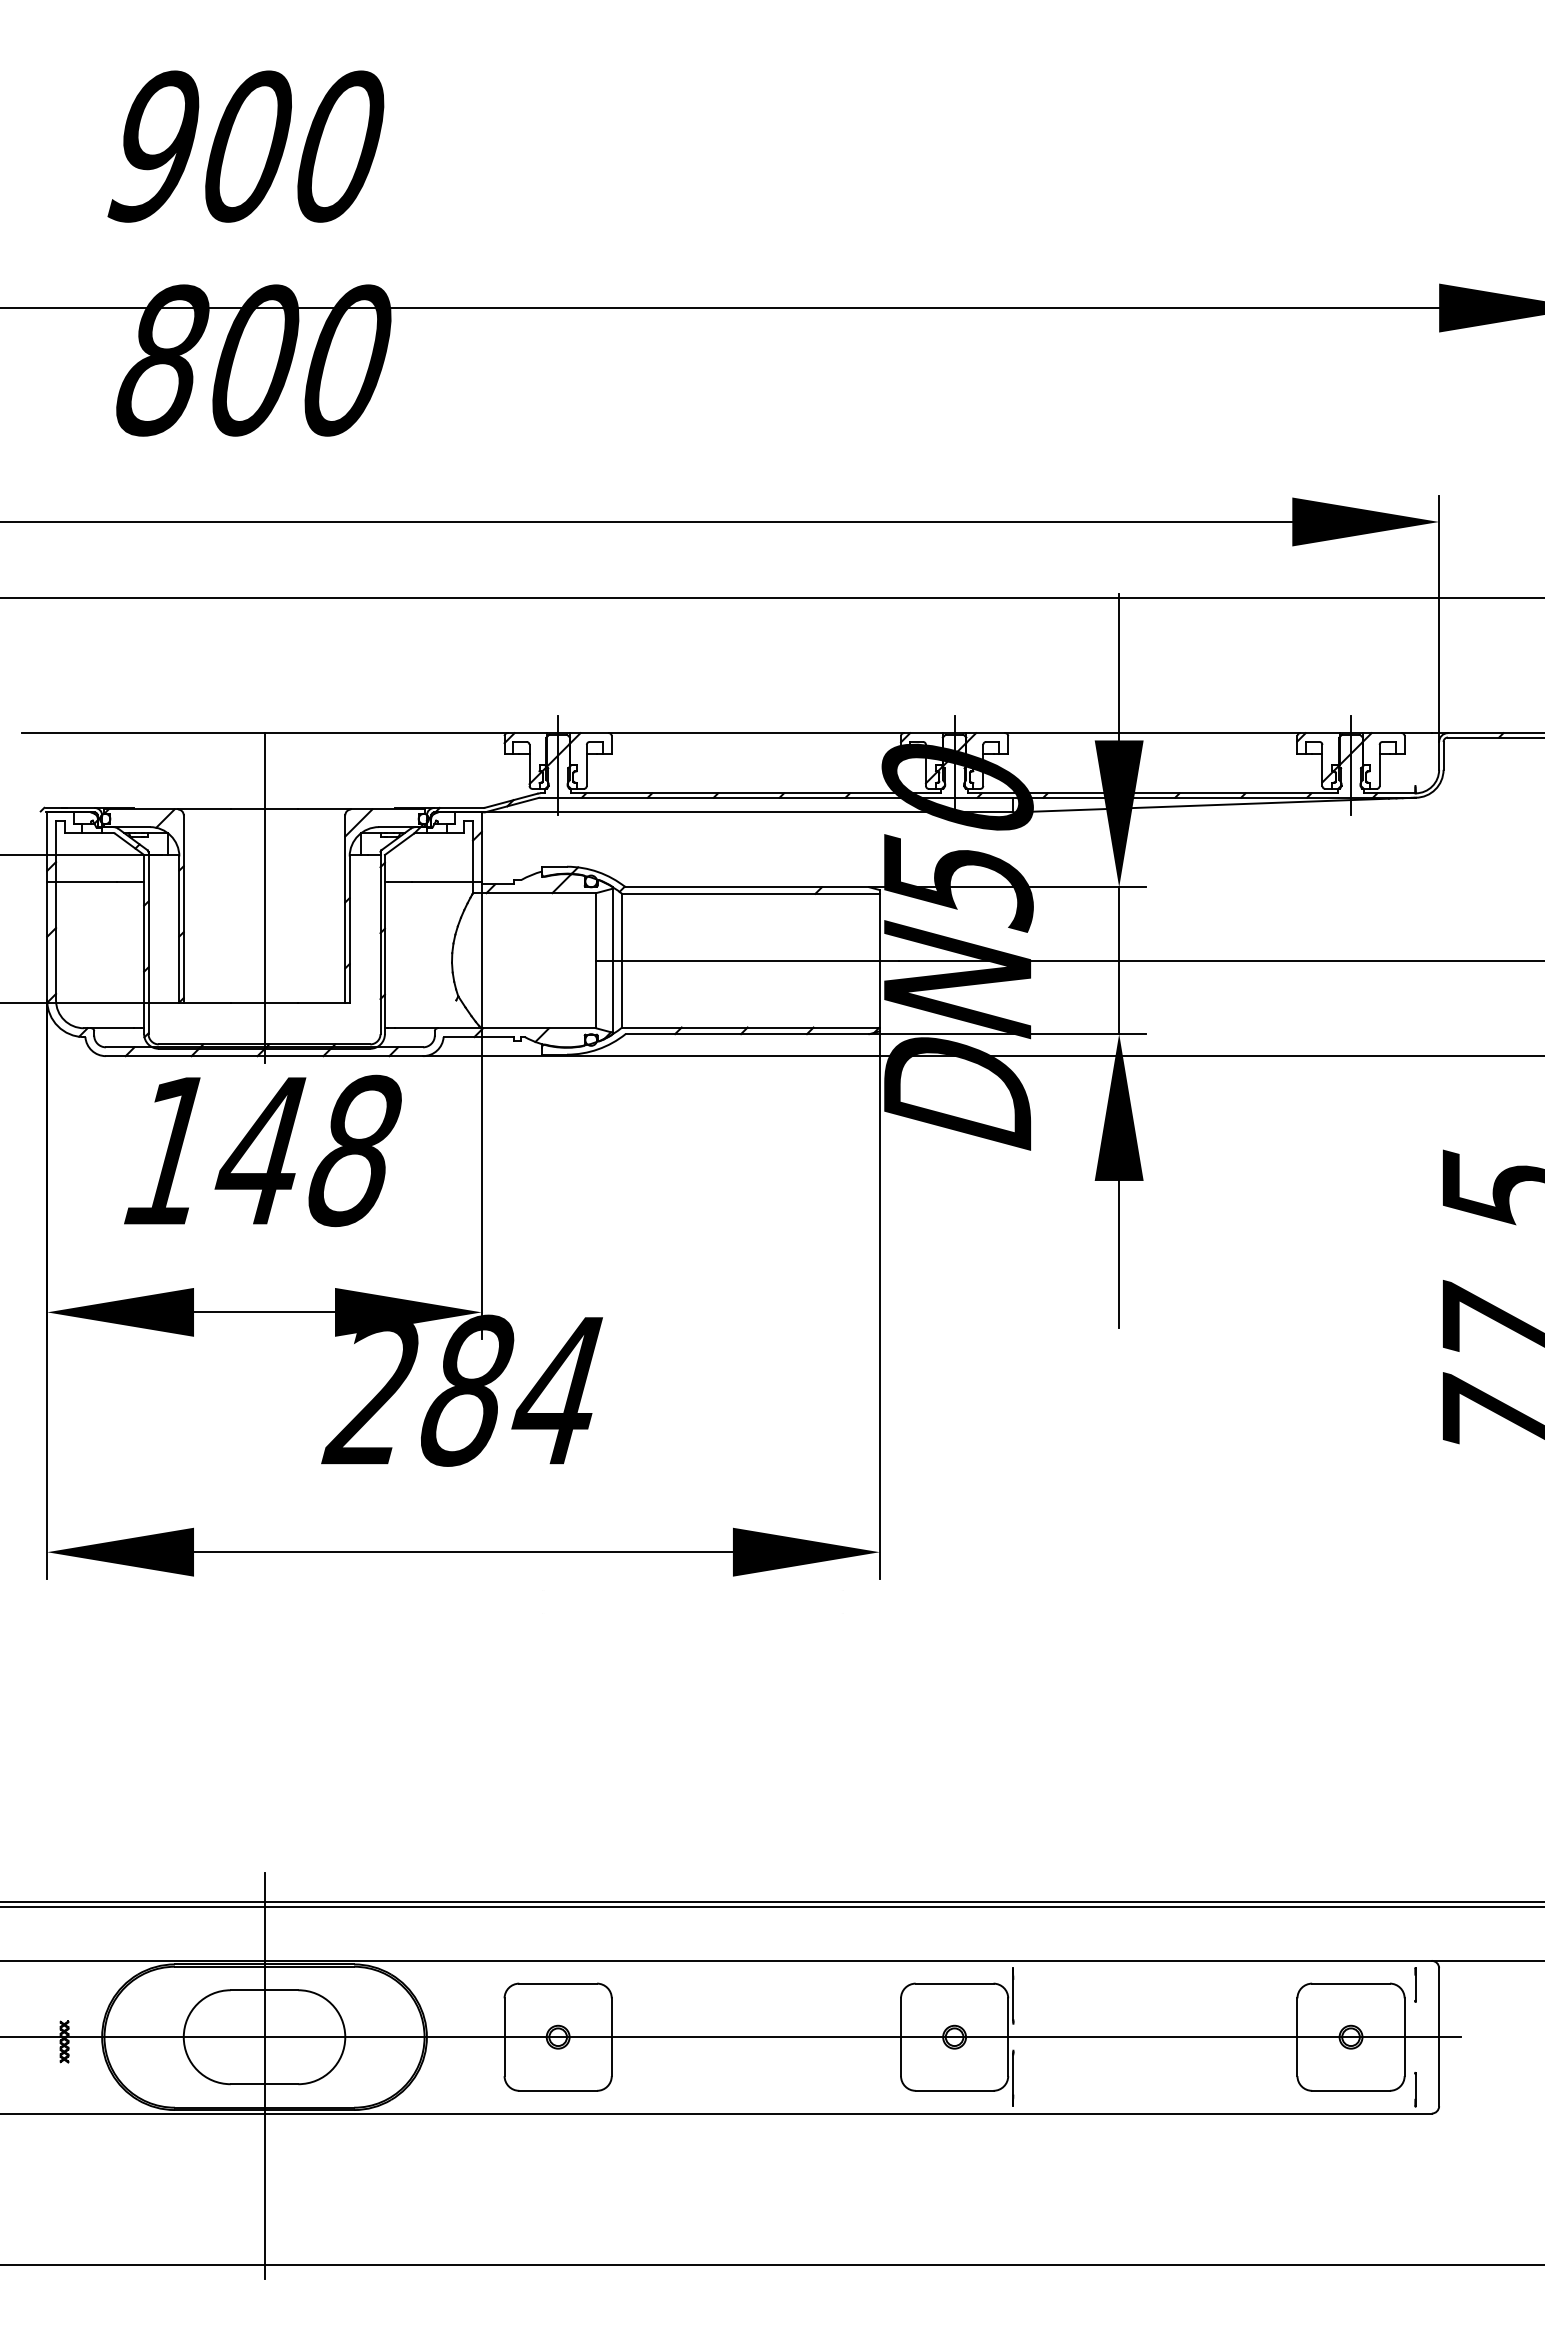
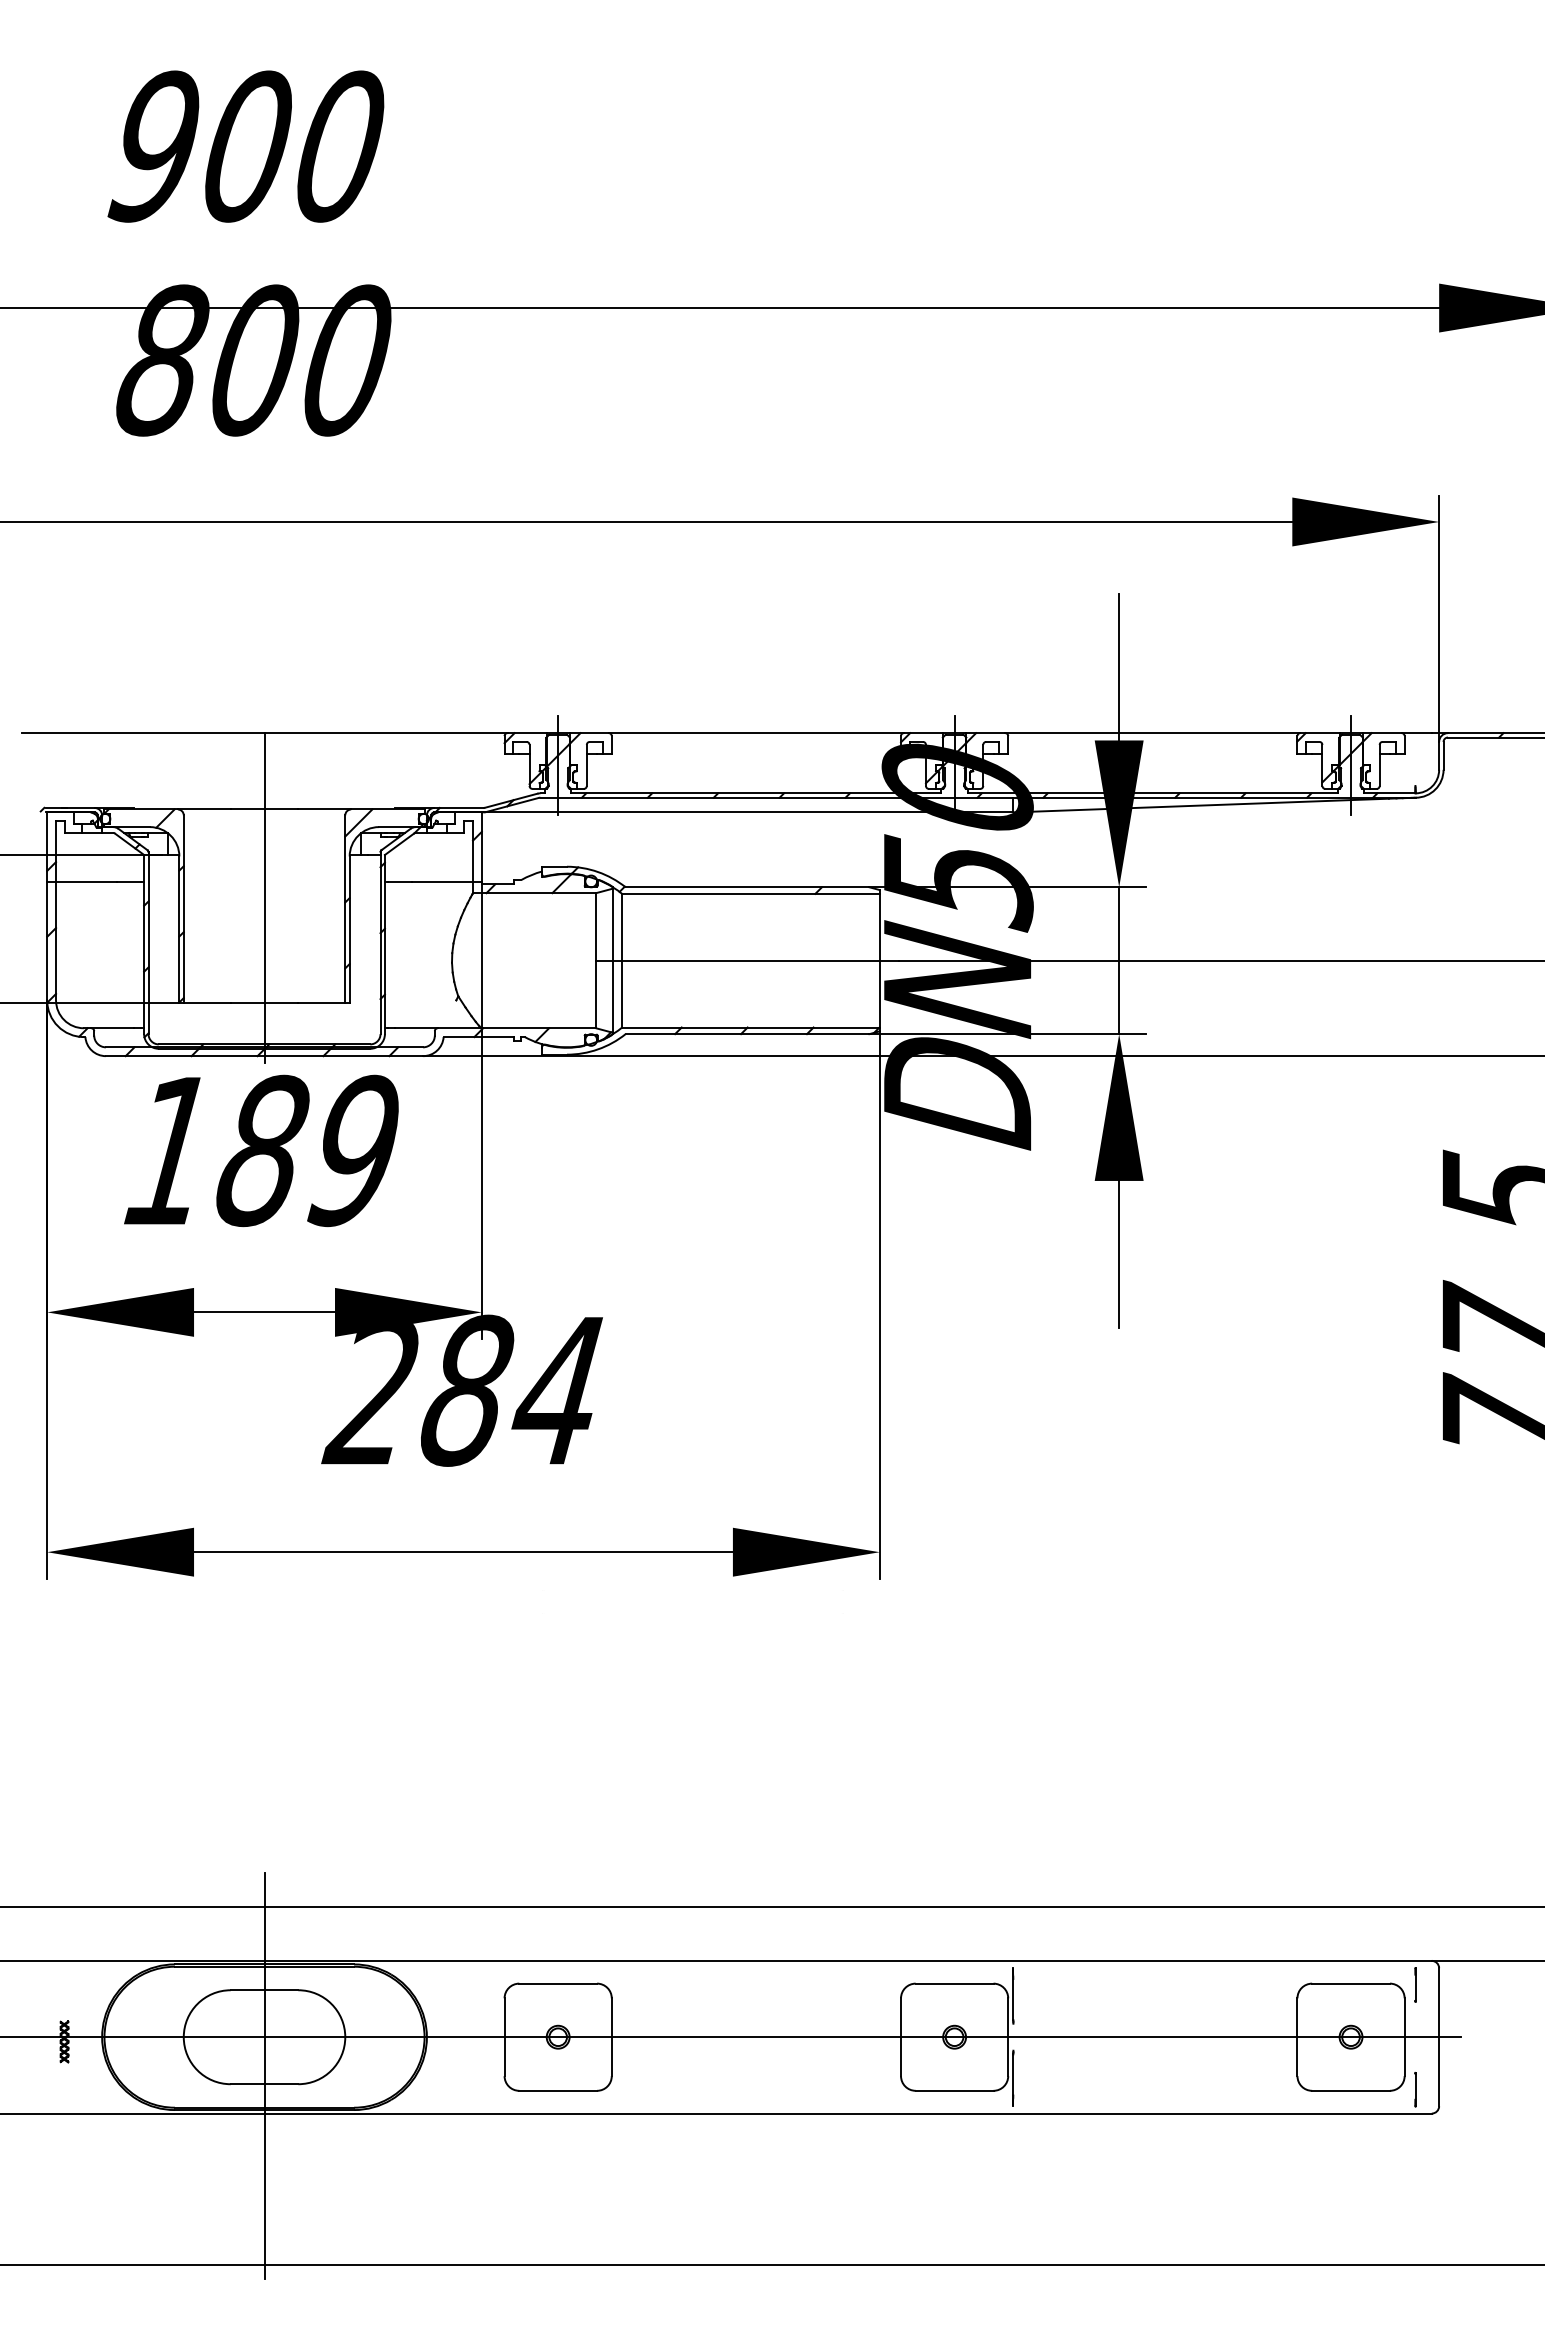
line at (771, 598): present -> none
text at (307, 1150): 148 -> 189
line at (771, 1902): present -> none
